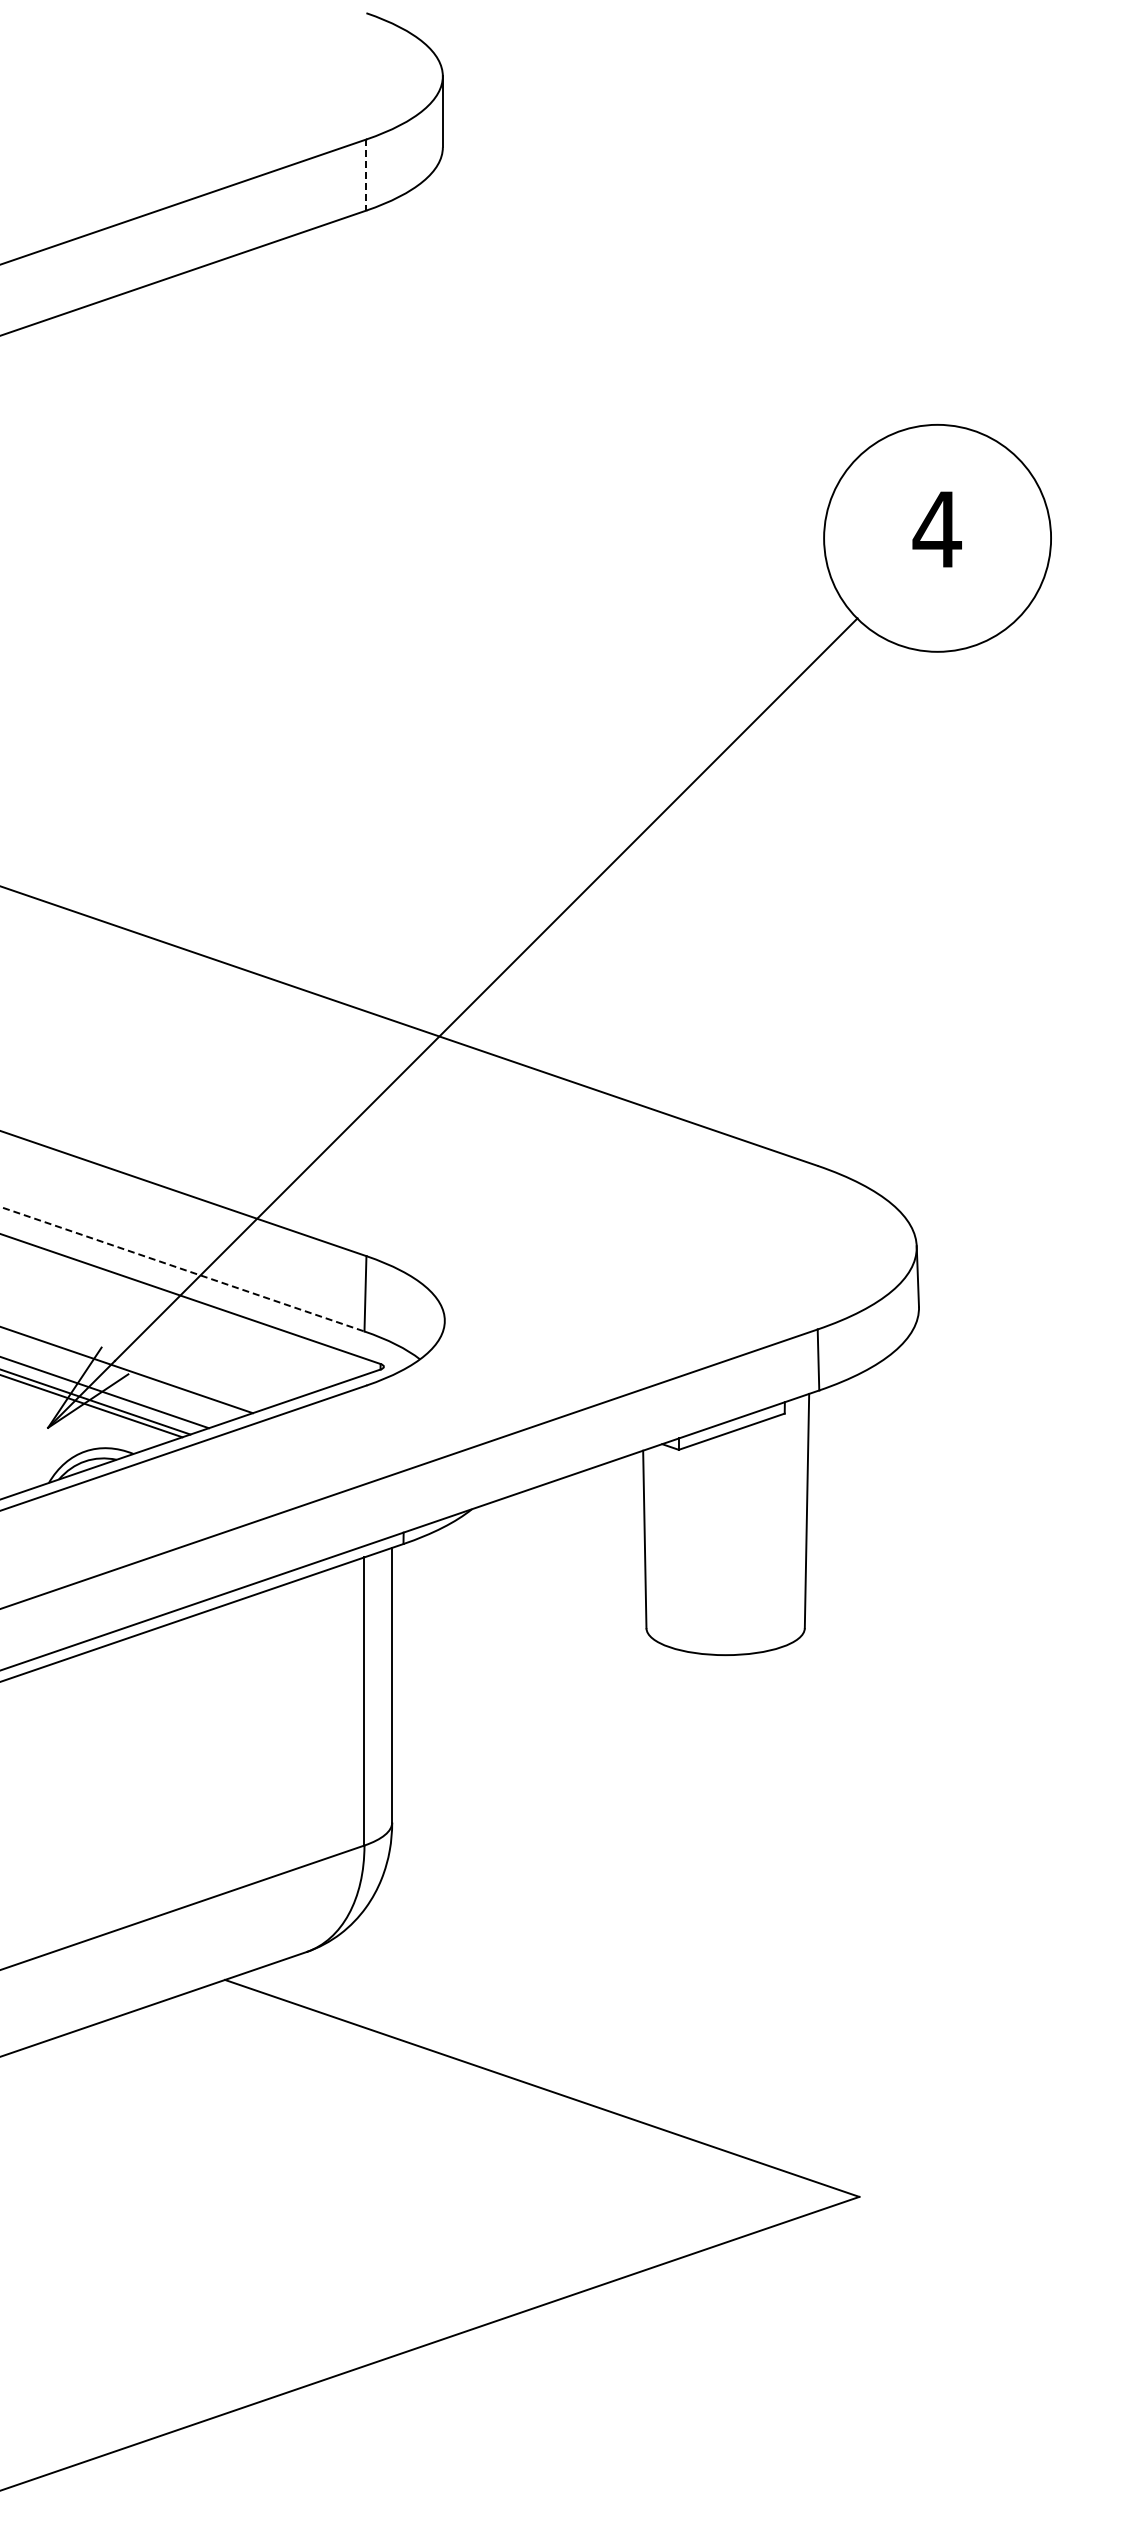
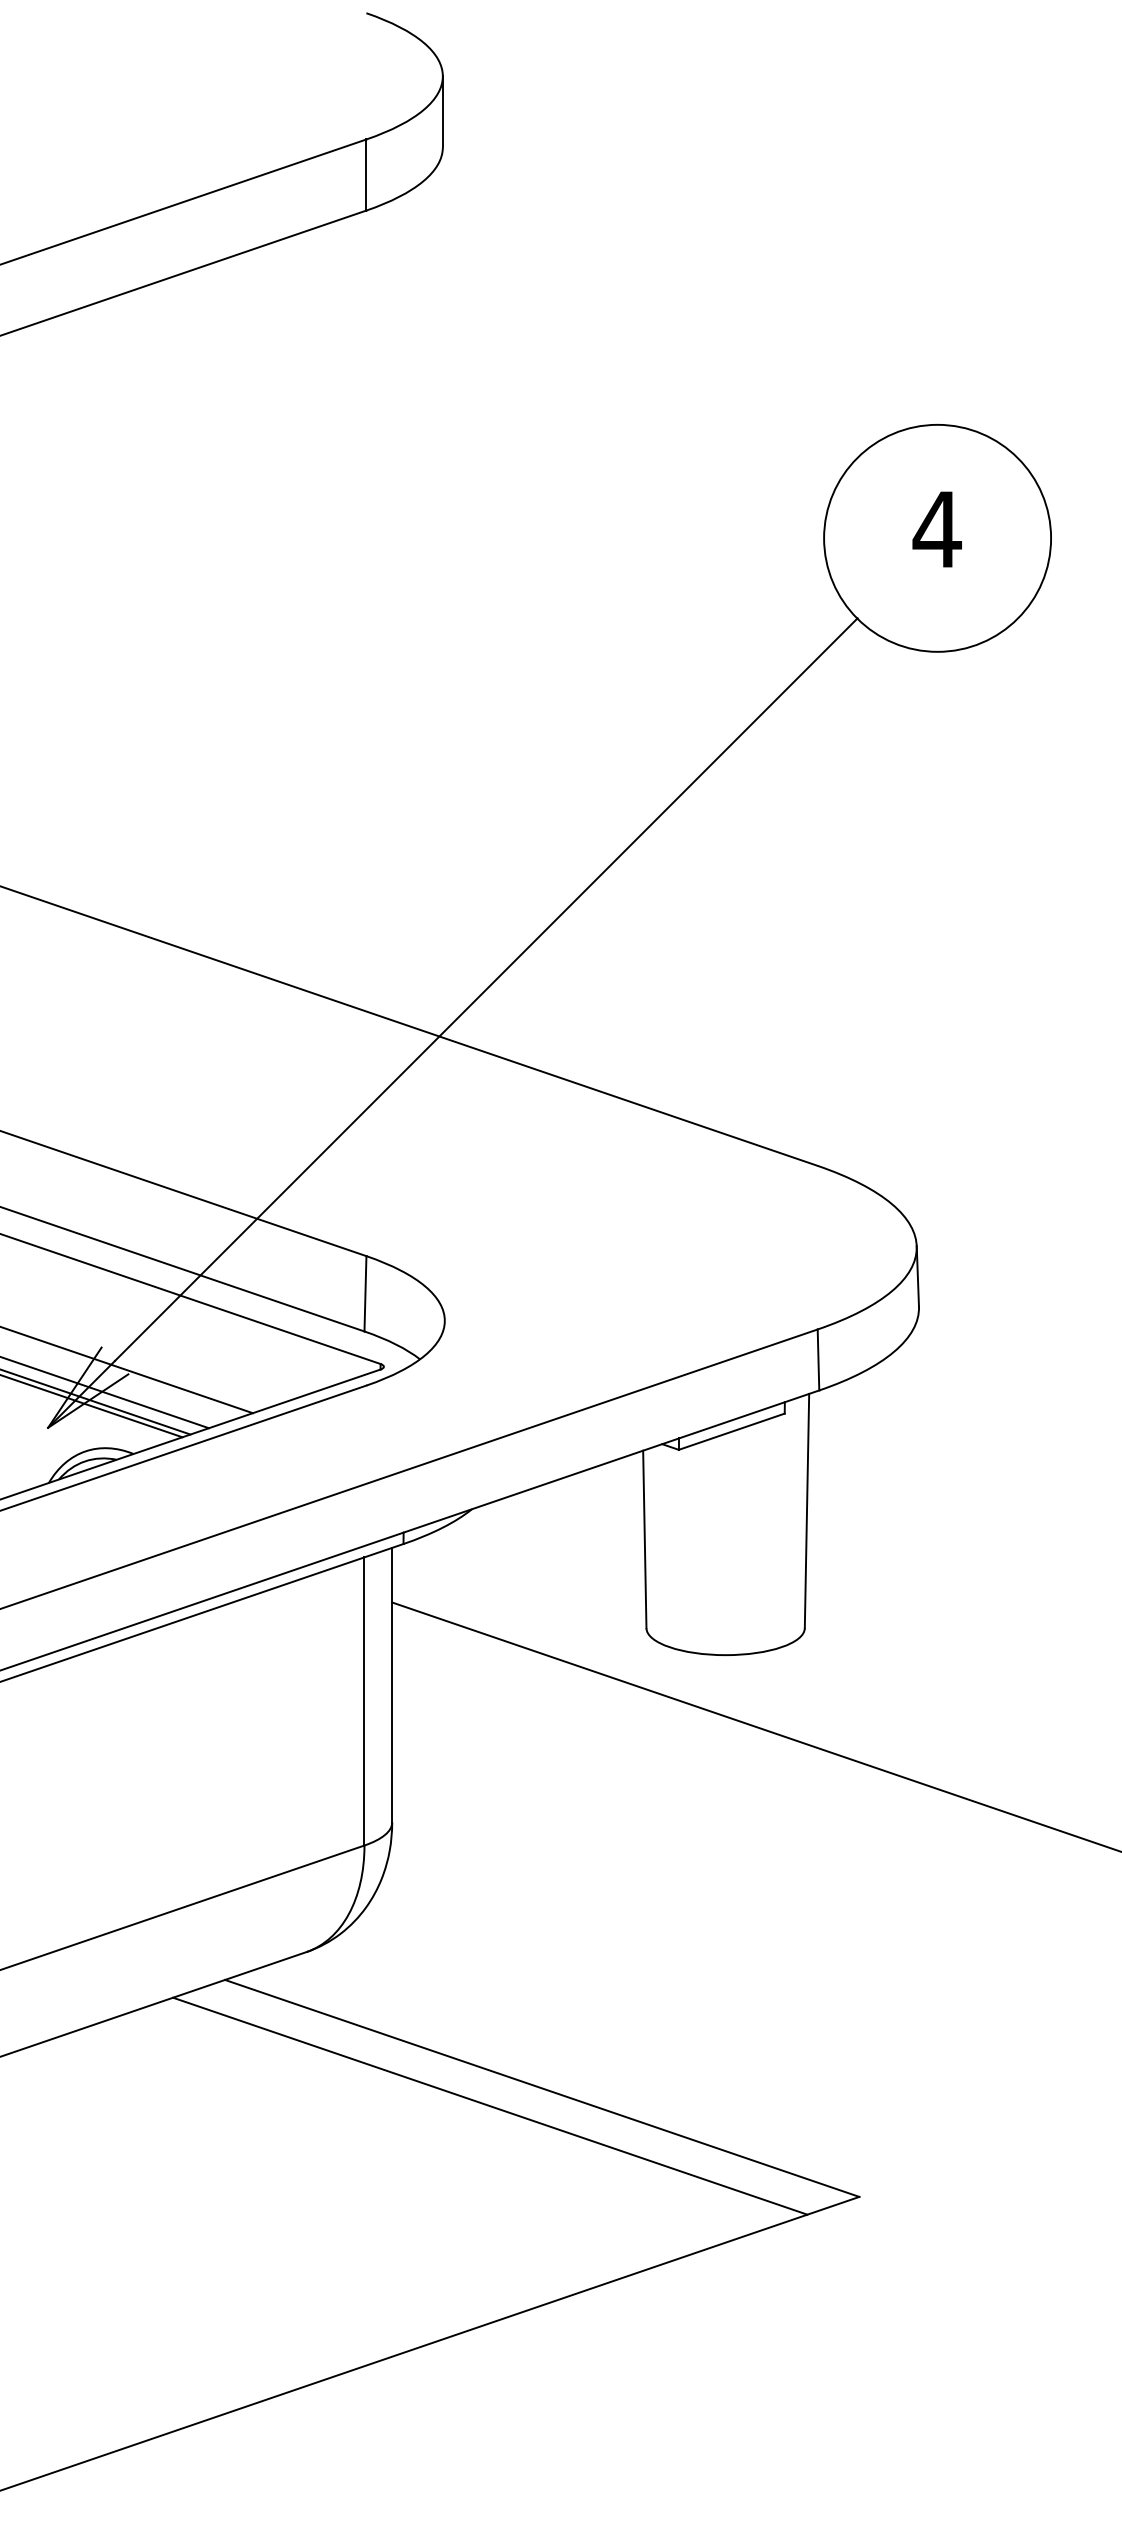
line at (366, 175): dashed -> solid
line at (182, 1269): dashed -> solid
line at (755, 1726): none -> present
line at (490, 2105): none -> present
